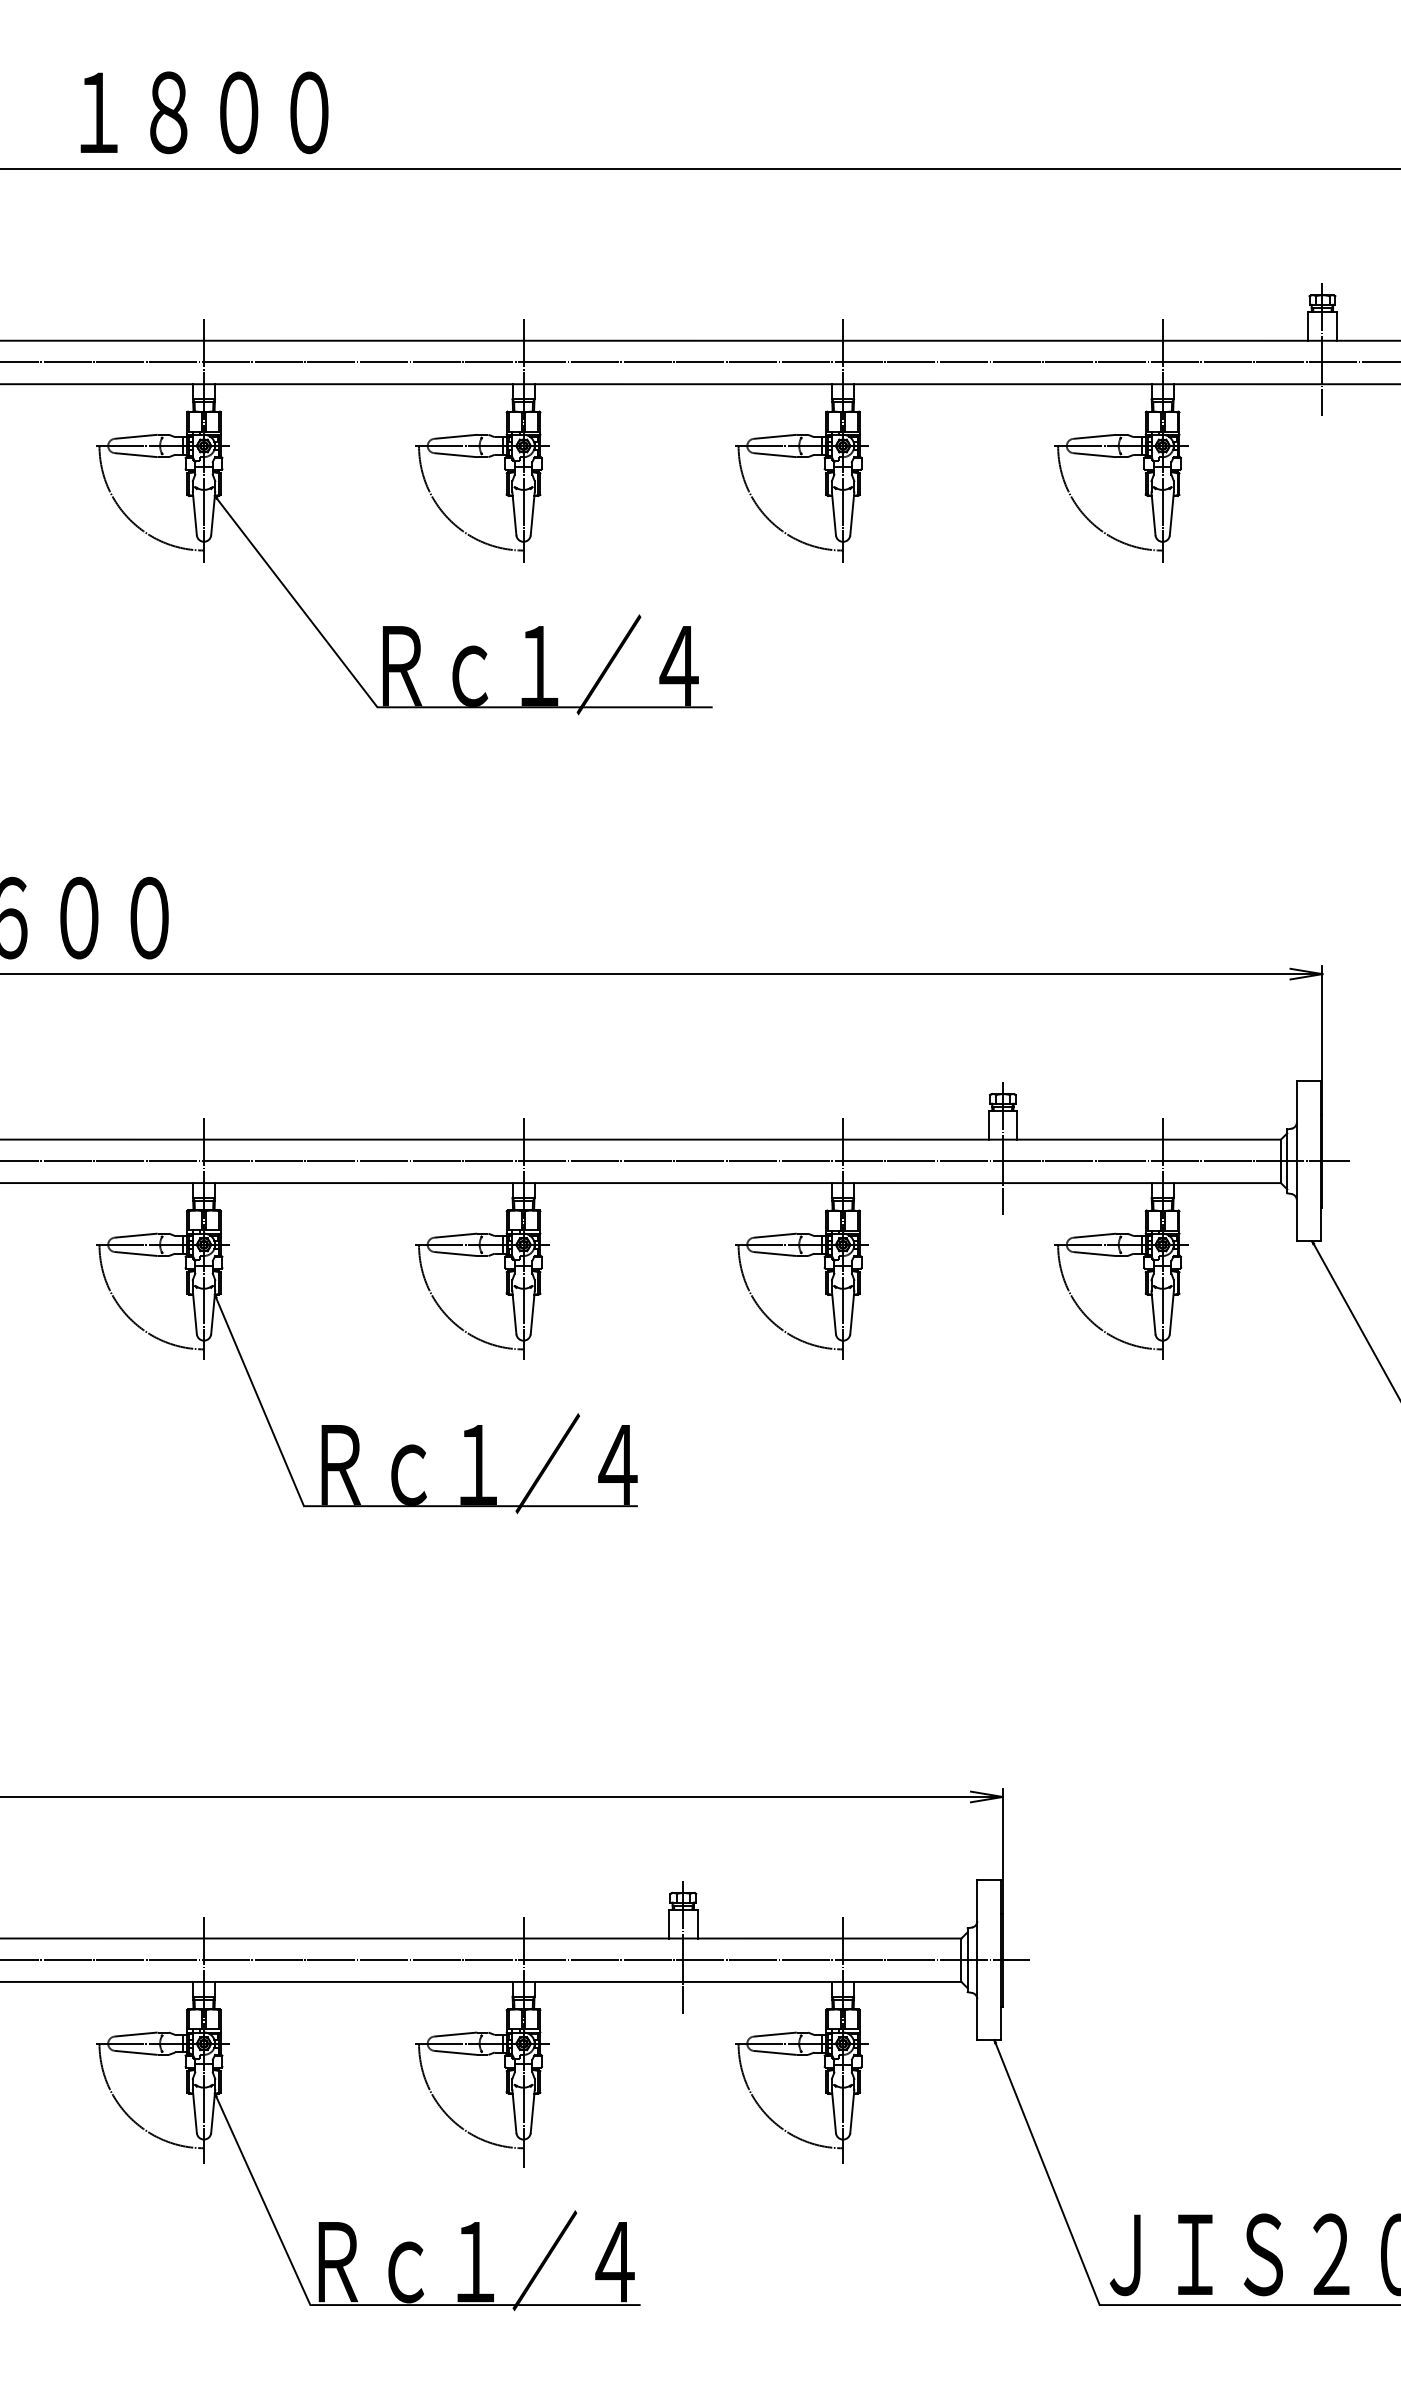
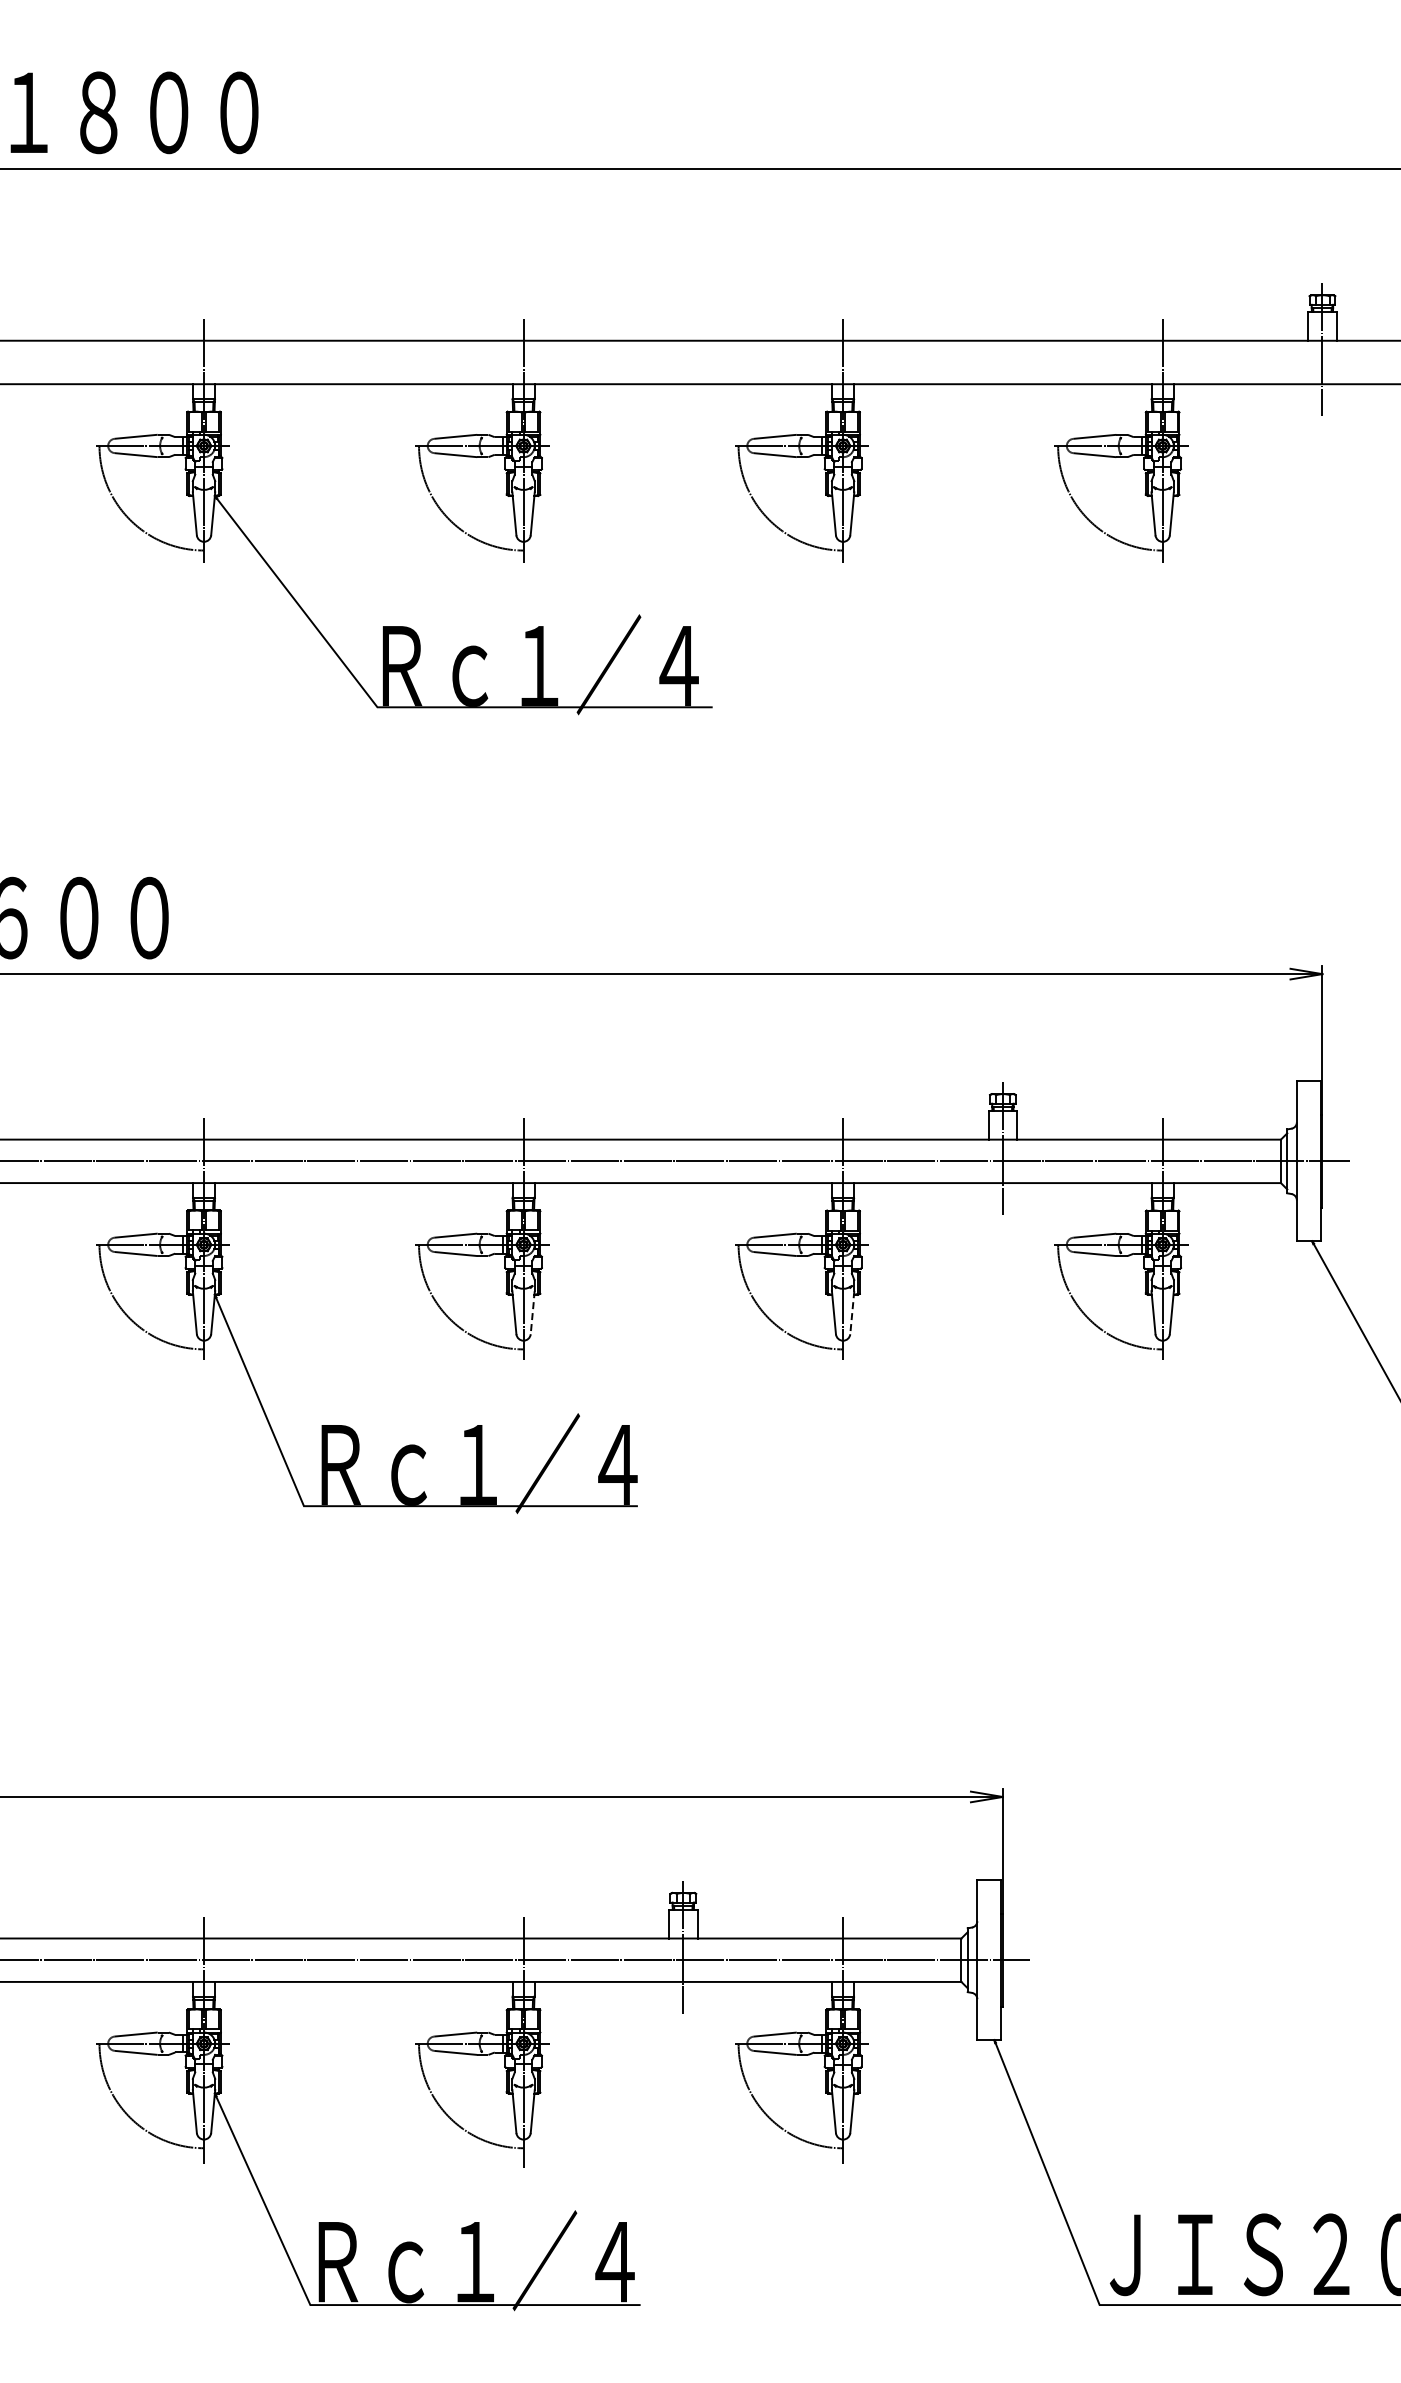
text at (204, 112) position: (204, 112) -> (134, 112)
line at (699, 362): present -> none
line at (532, 1312): solid -> dashed
line at (852, 1312): solid -> dashed
